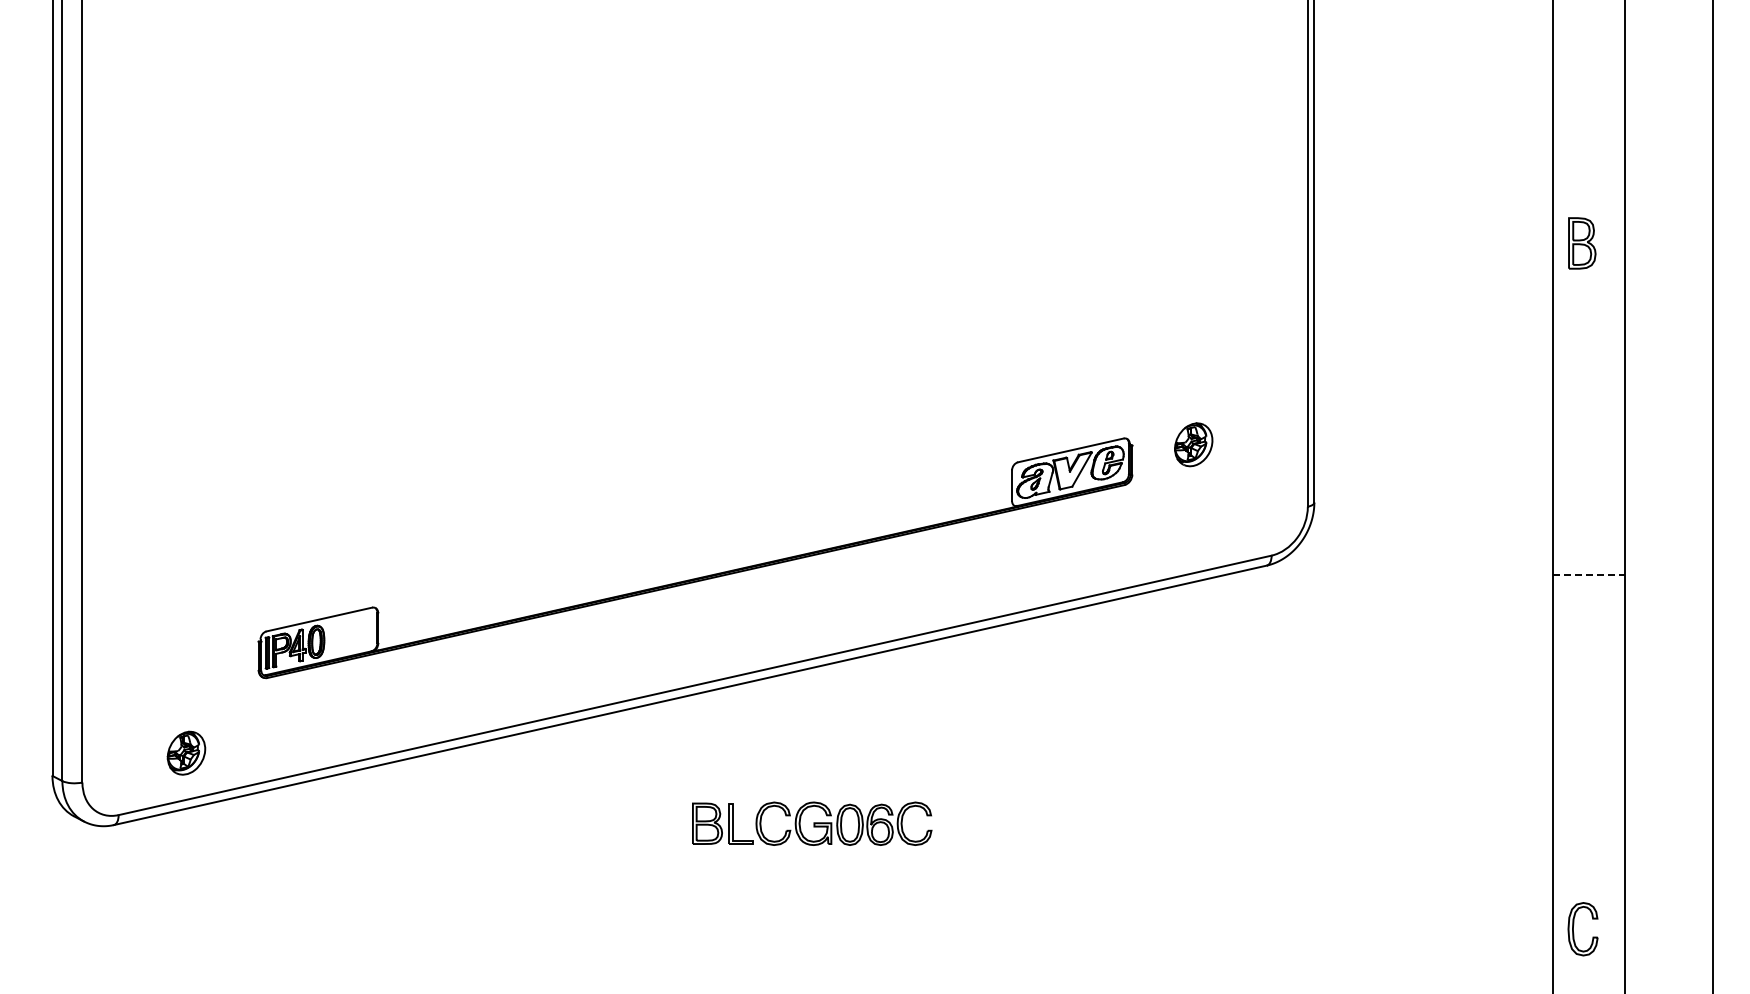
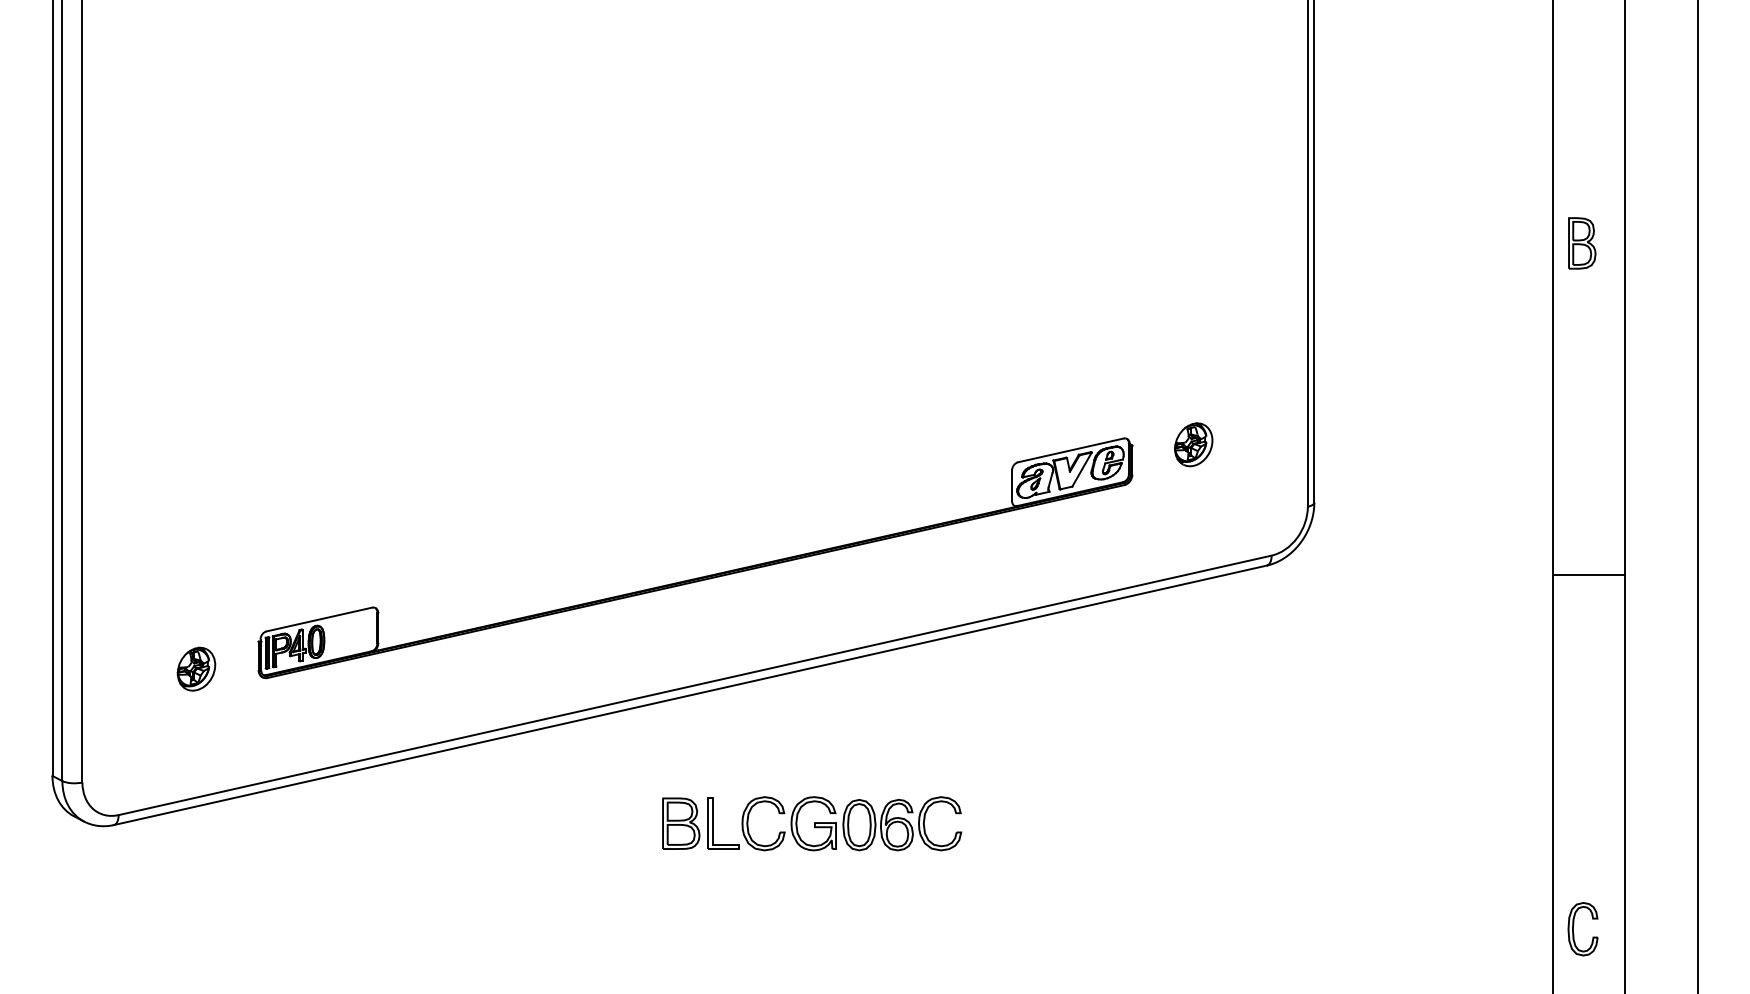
line at (1712, 496) position: (1712, 496) -> (1697, 496)
line at (1589, 574): dashed -> solid
part at (186, 752) position: (186, 752) -> (196, 668)
part at (812, 823) size: 241x45 px -> 301x56 px
